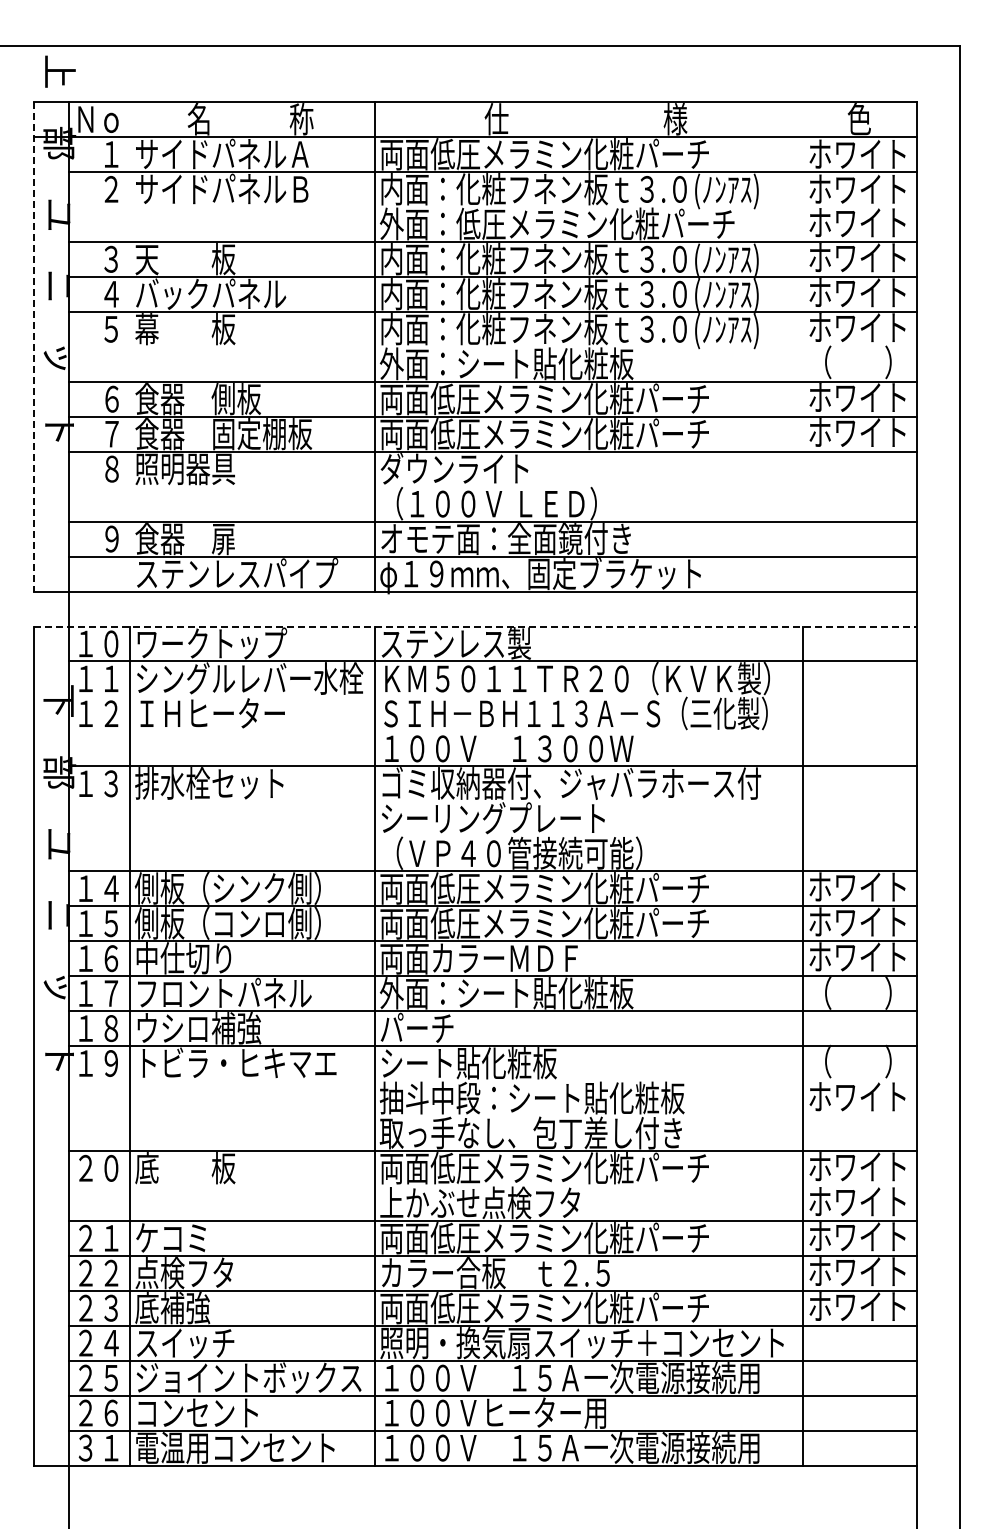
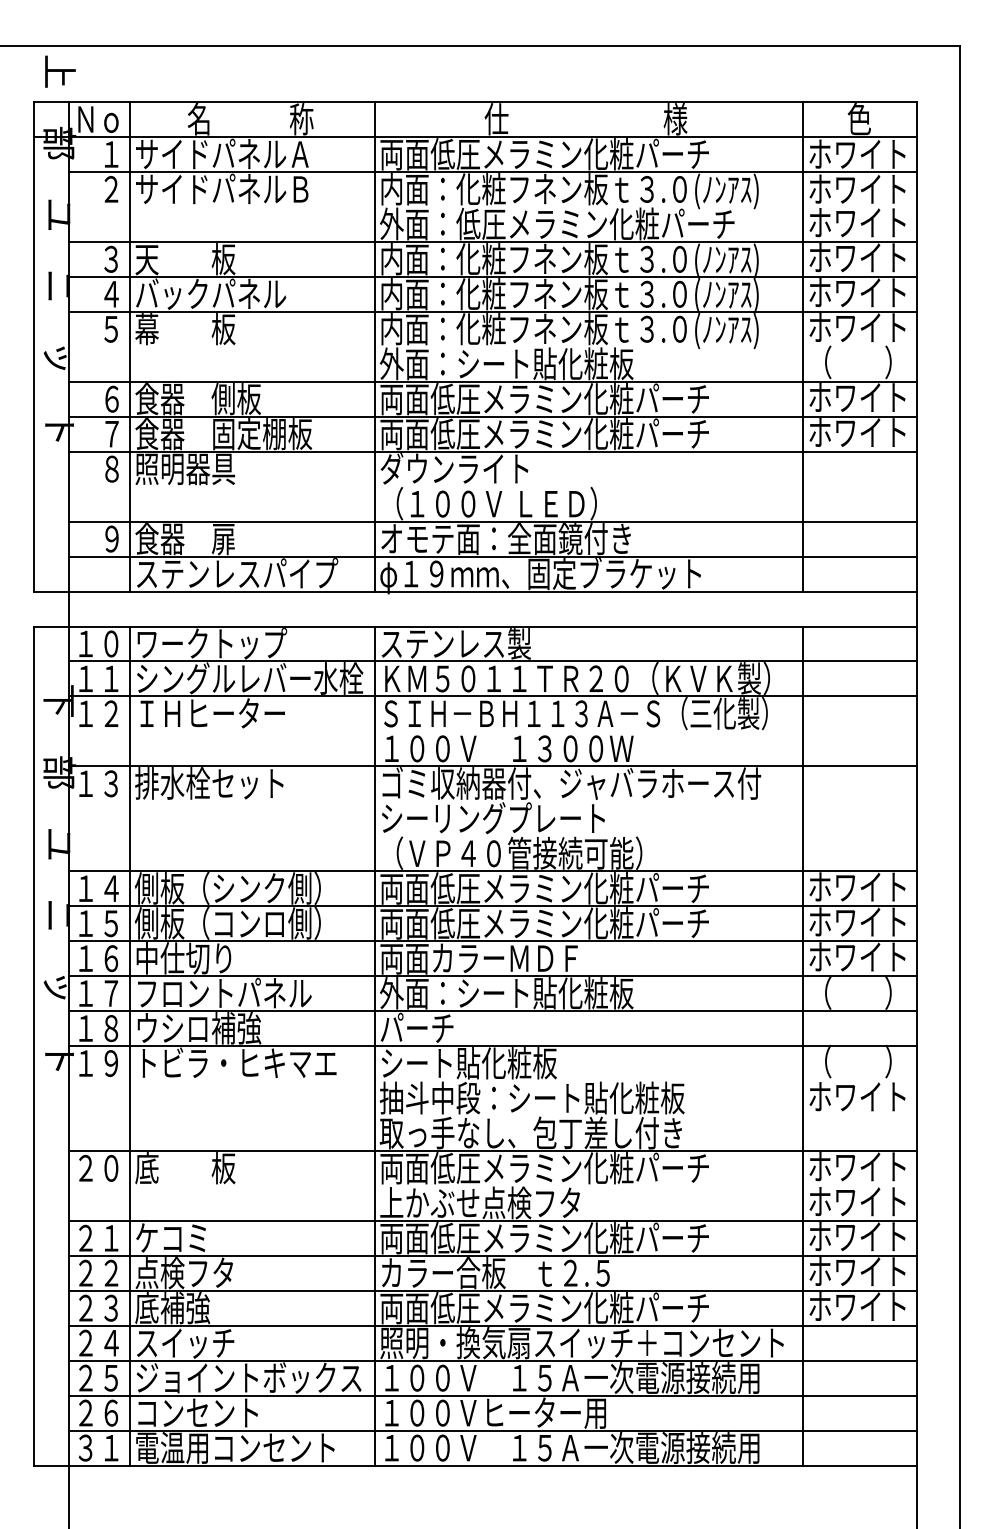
line at (33, 346): dashed -> solid
line at (129, 346): none -> present
line at (802, 346): none -> present
line at (475, 626): dashed -> solid
line at (492, 696): none -> present
